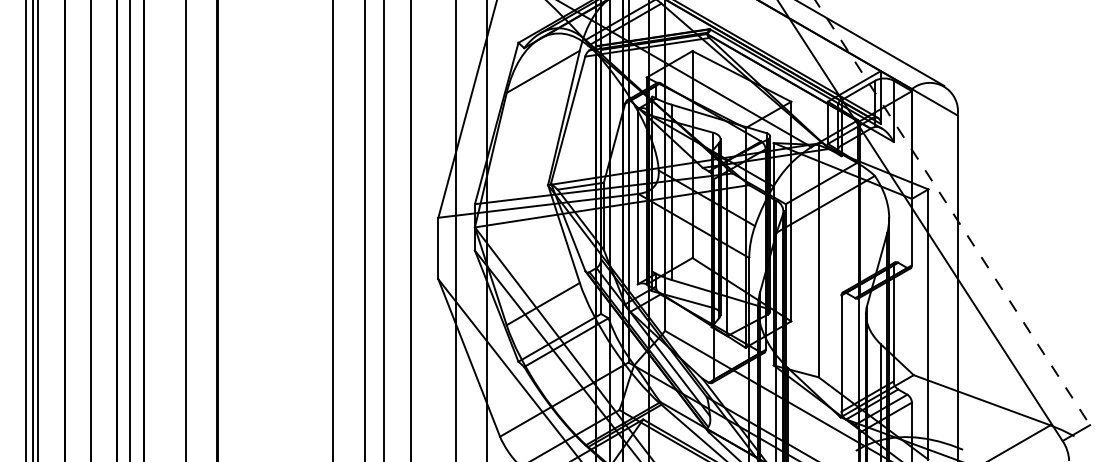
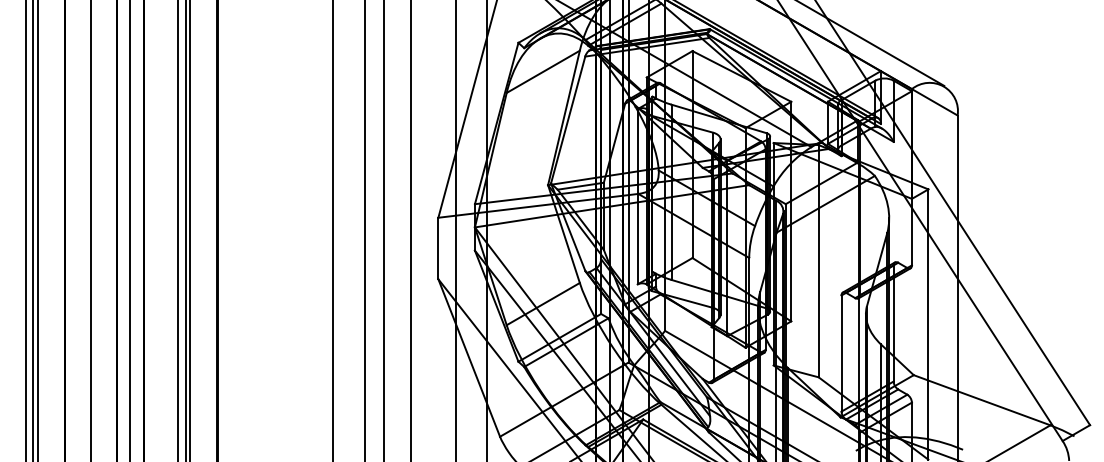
line at (952, 212): dashed -> solid
line at (178, 230): none -> present
line at (190, 230): none -> present
